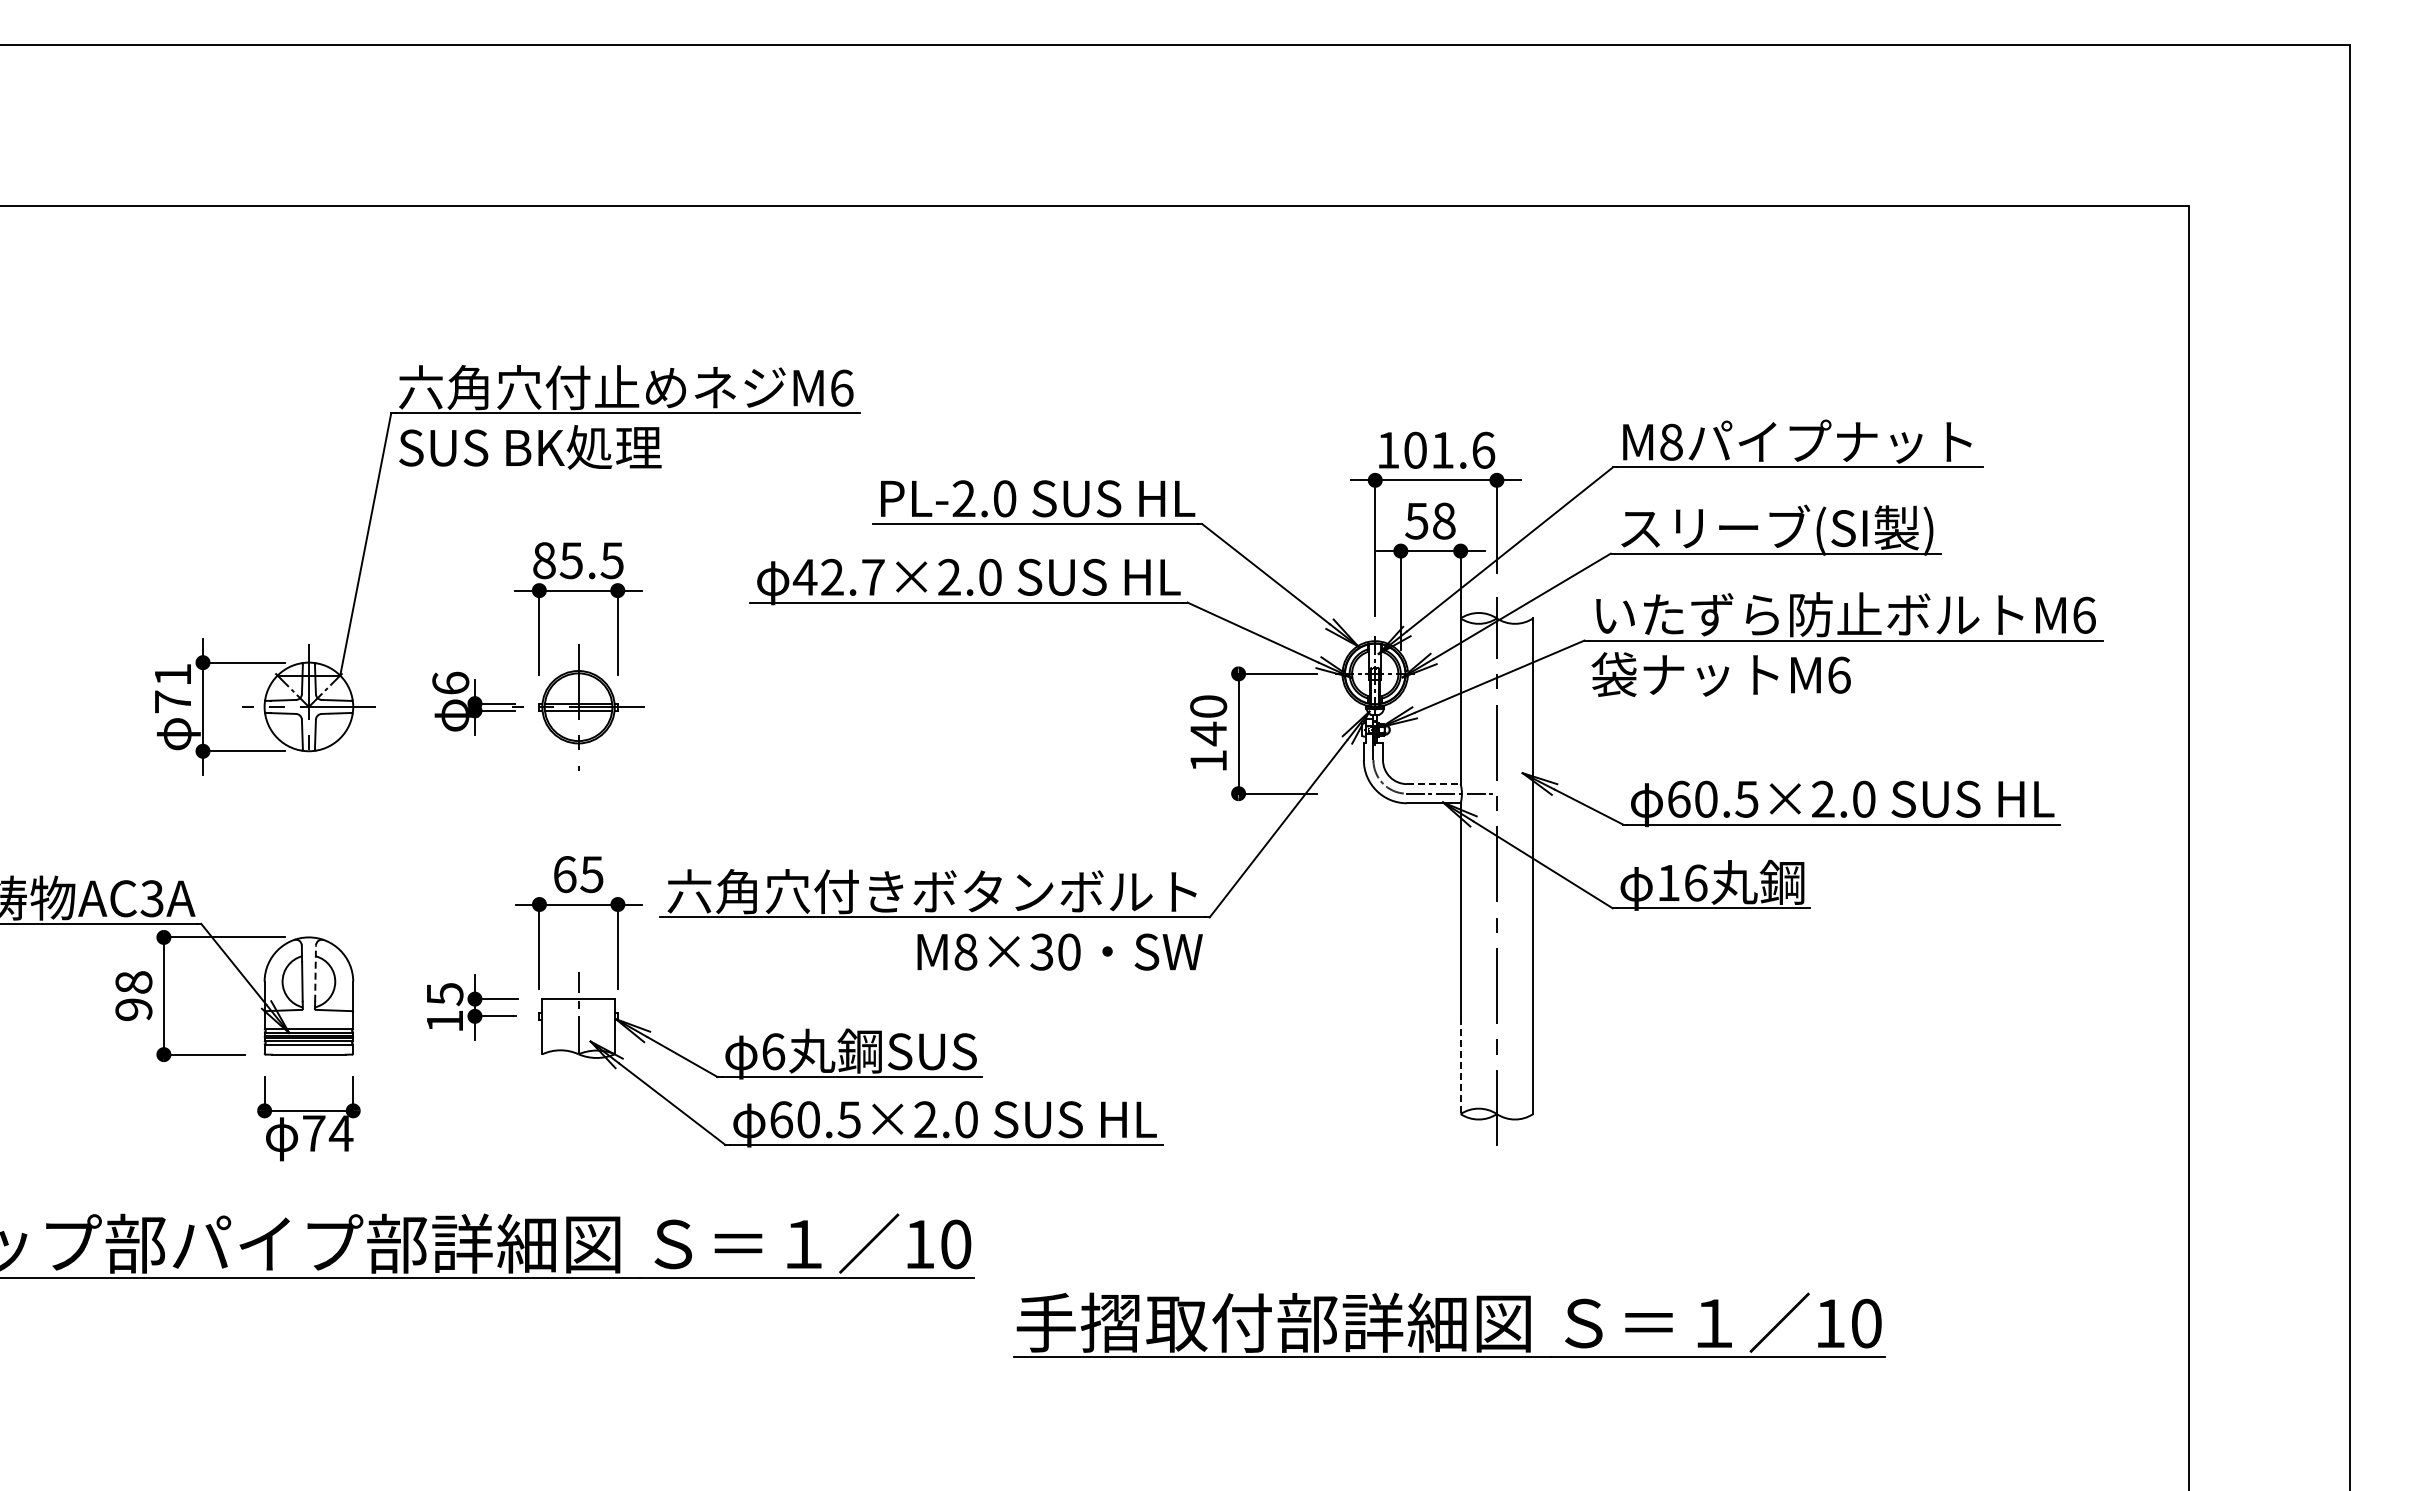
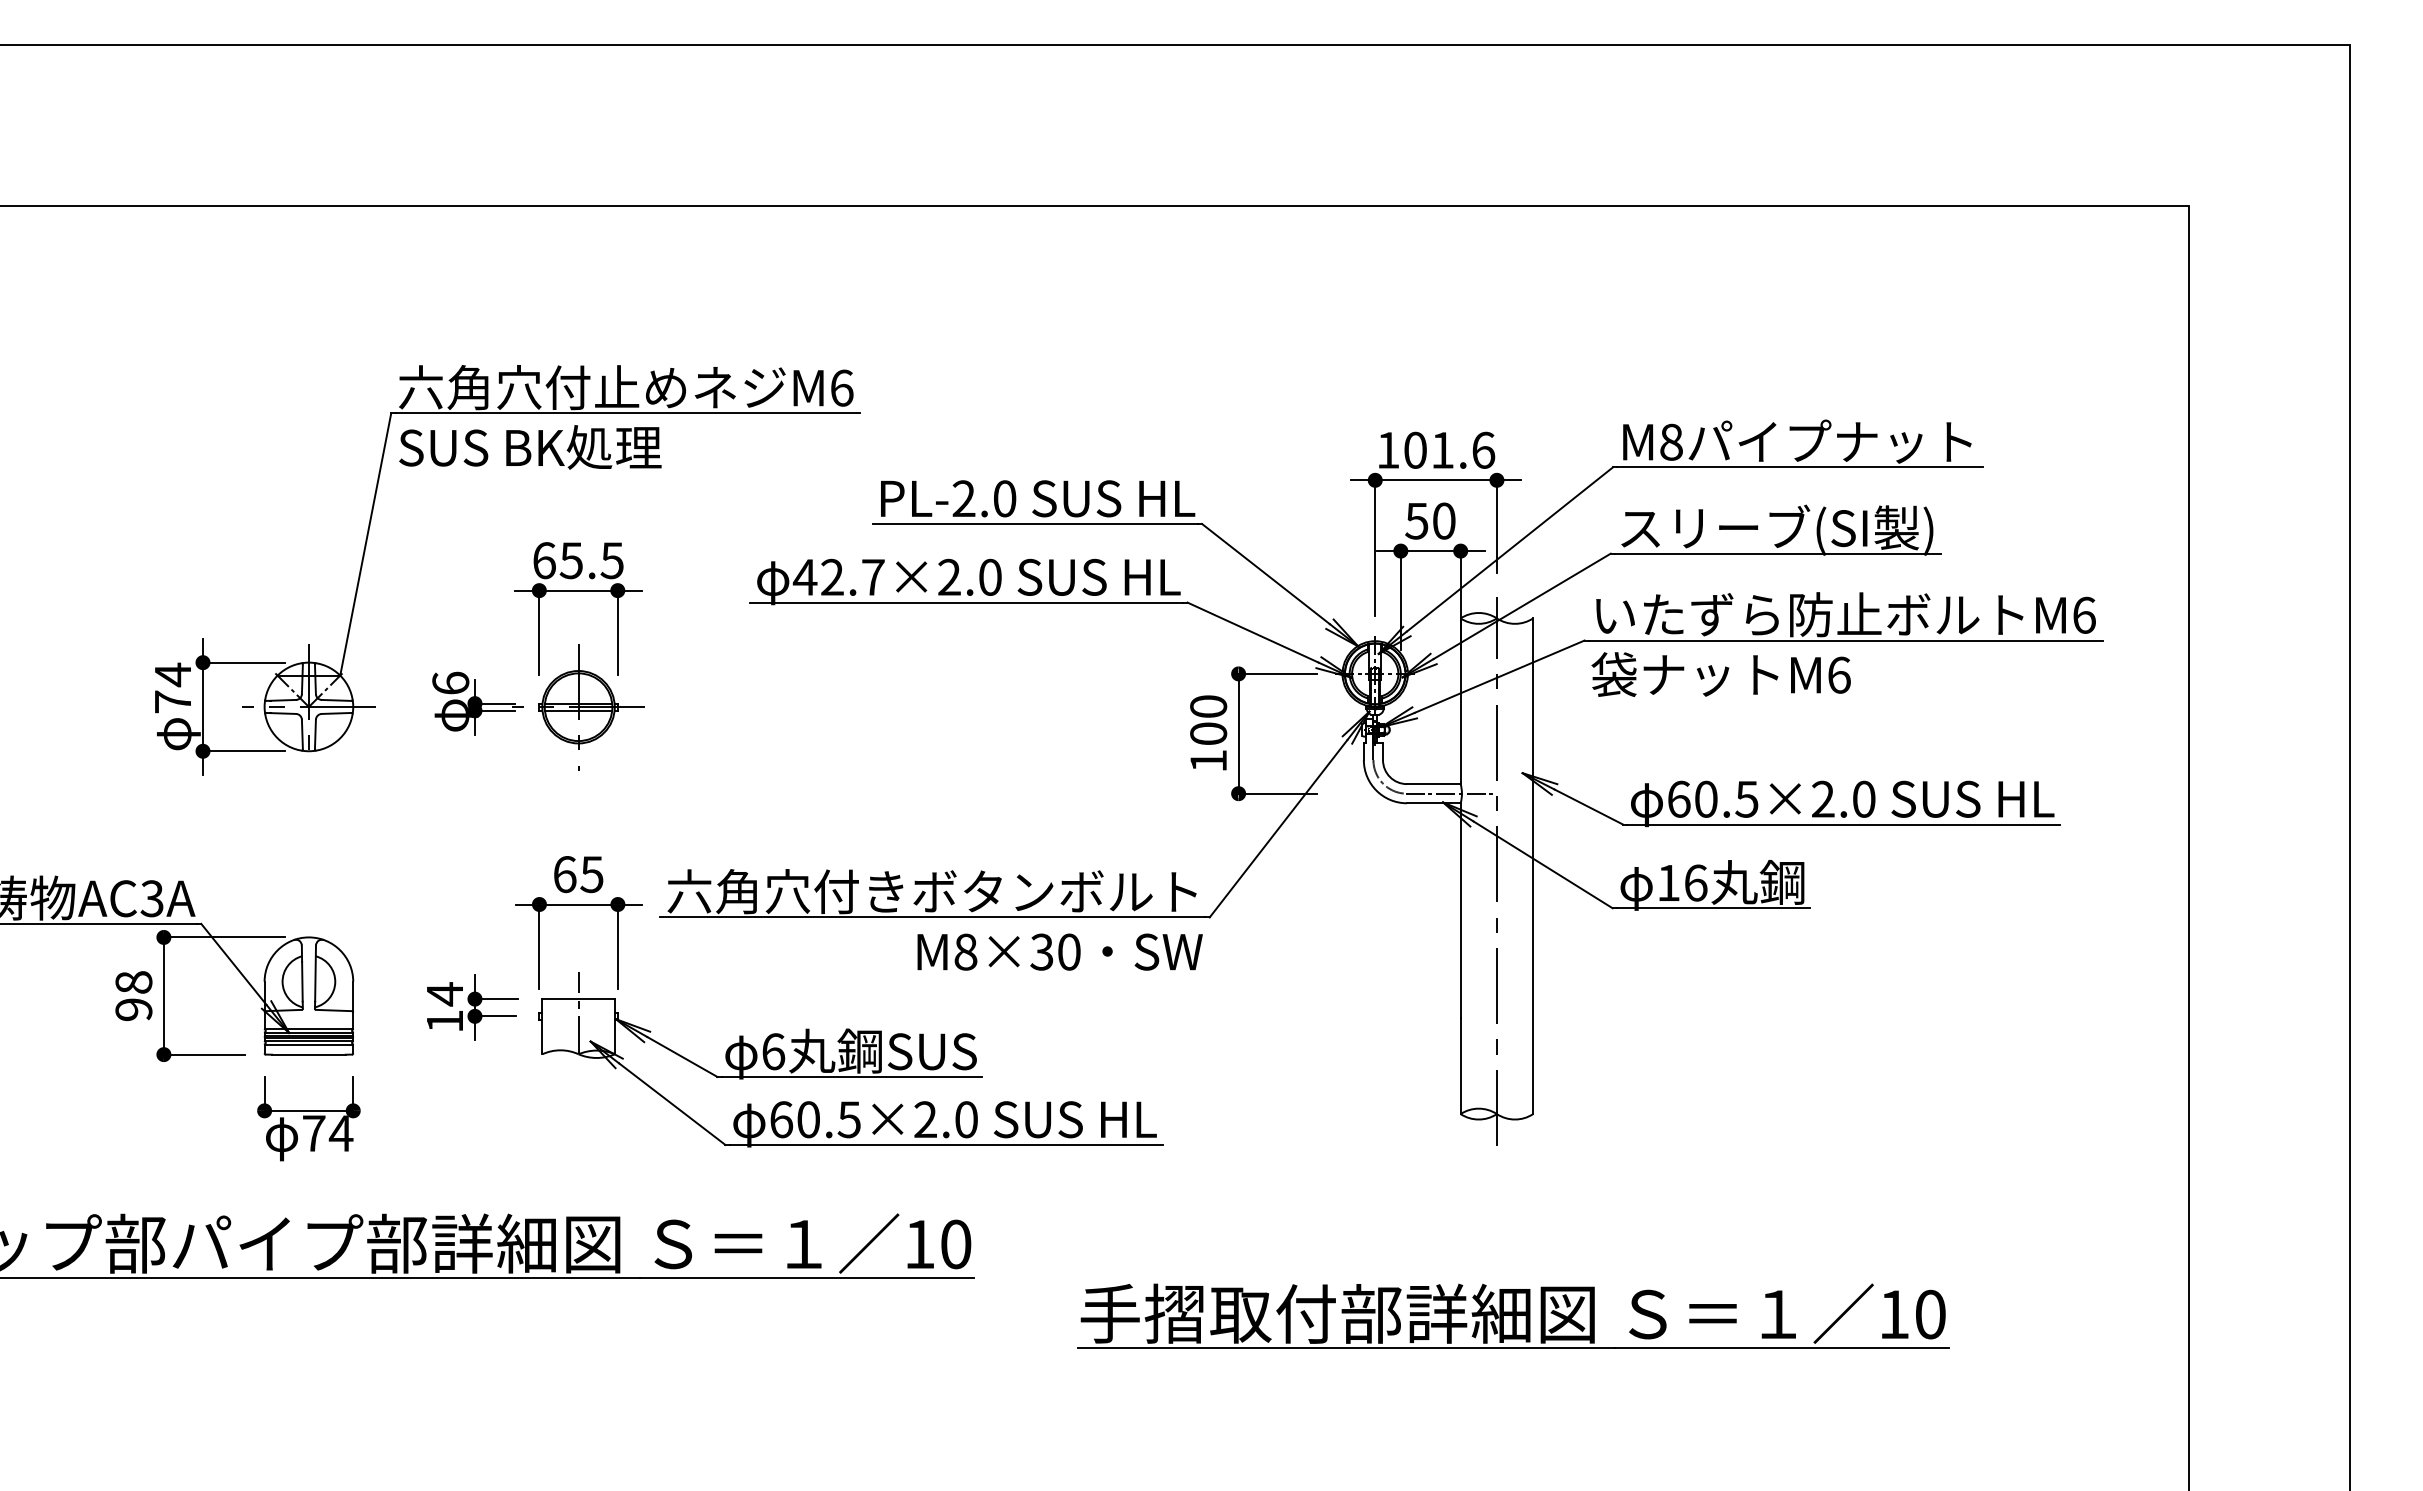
text at (1444, 520): 58 -> 50
text at (544, 560): 85.5 -> 65.5
text at (172, 674): 71 -> 74
text at (1208, 733): 140 -> 100
line at (1433, 784): dashed -> solid
line at (315, 973): dashed -> solid
text at (445, 994): 15 -> 14
line at (1460, 1066): dashed -> solid
part at (1449, 1324) position: (1449, 1324) -> (1513, 1315)
